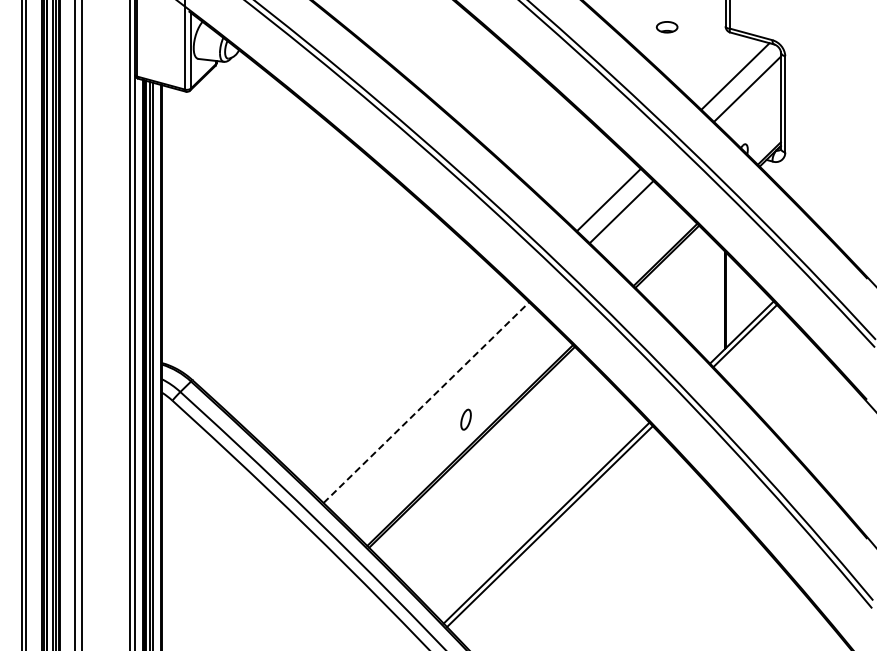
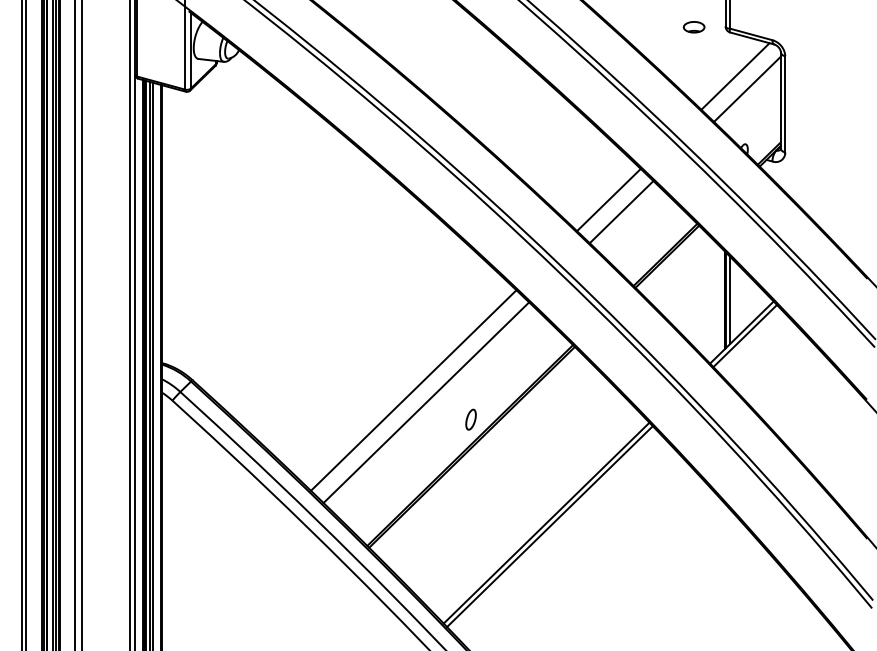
part at (666, 27) position: (666, 27) -> (693, 27)
line at (730, 300): none -> present
line at (413, 390): none -> present
line at (426, 402): dashed -> solid
part at (465, 419) position: (465, 419) -> (470, 419)
